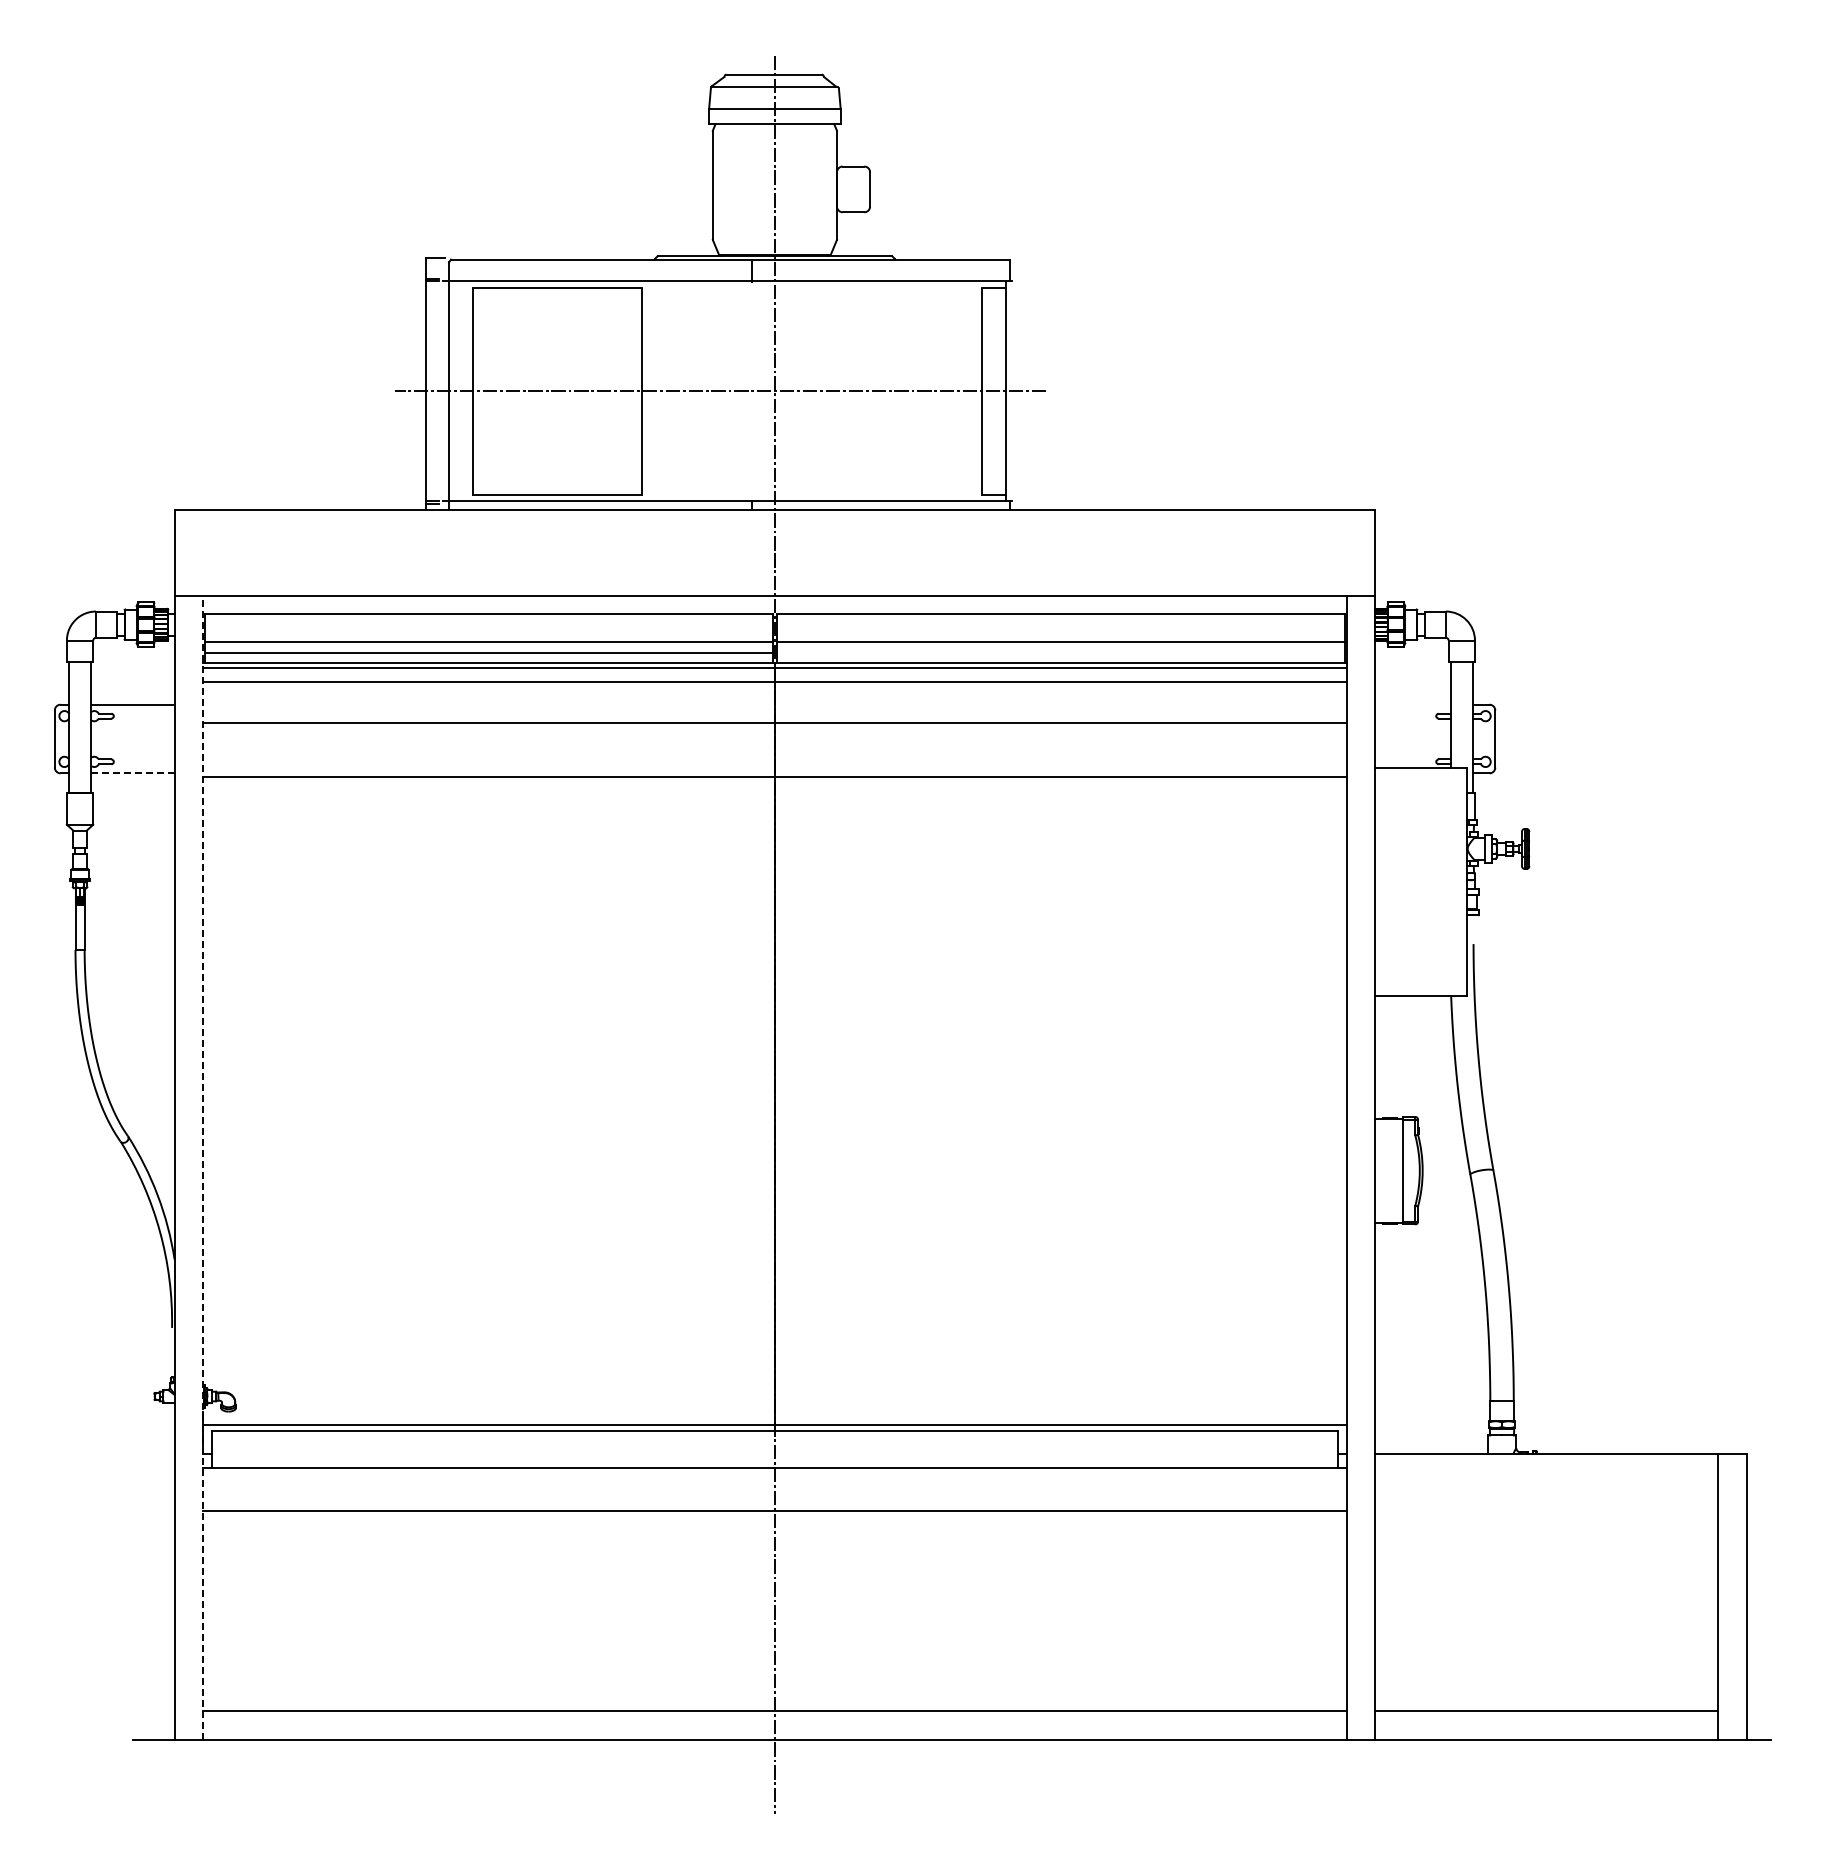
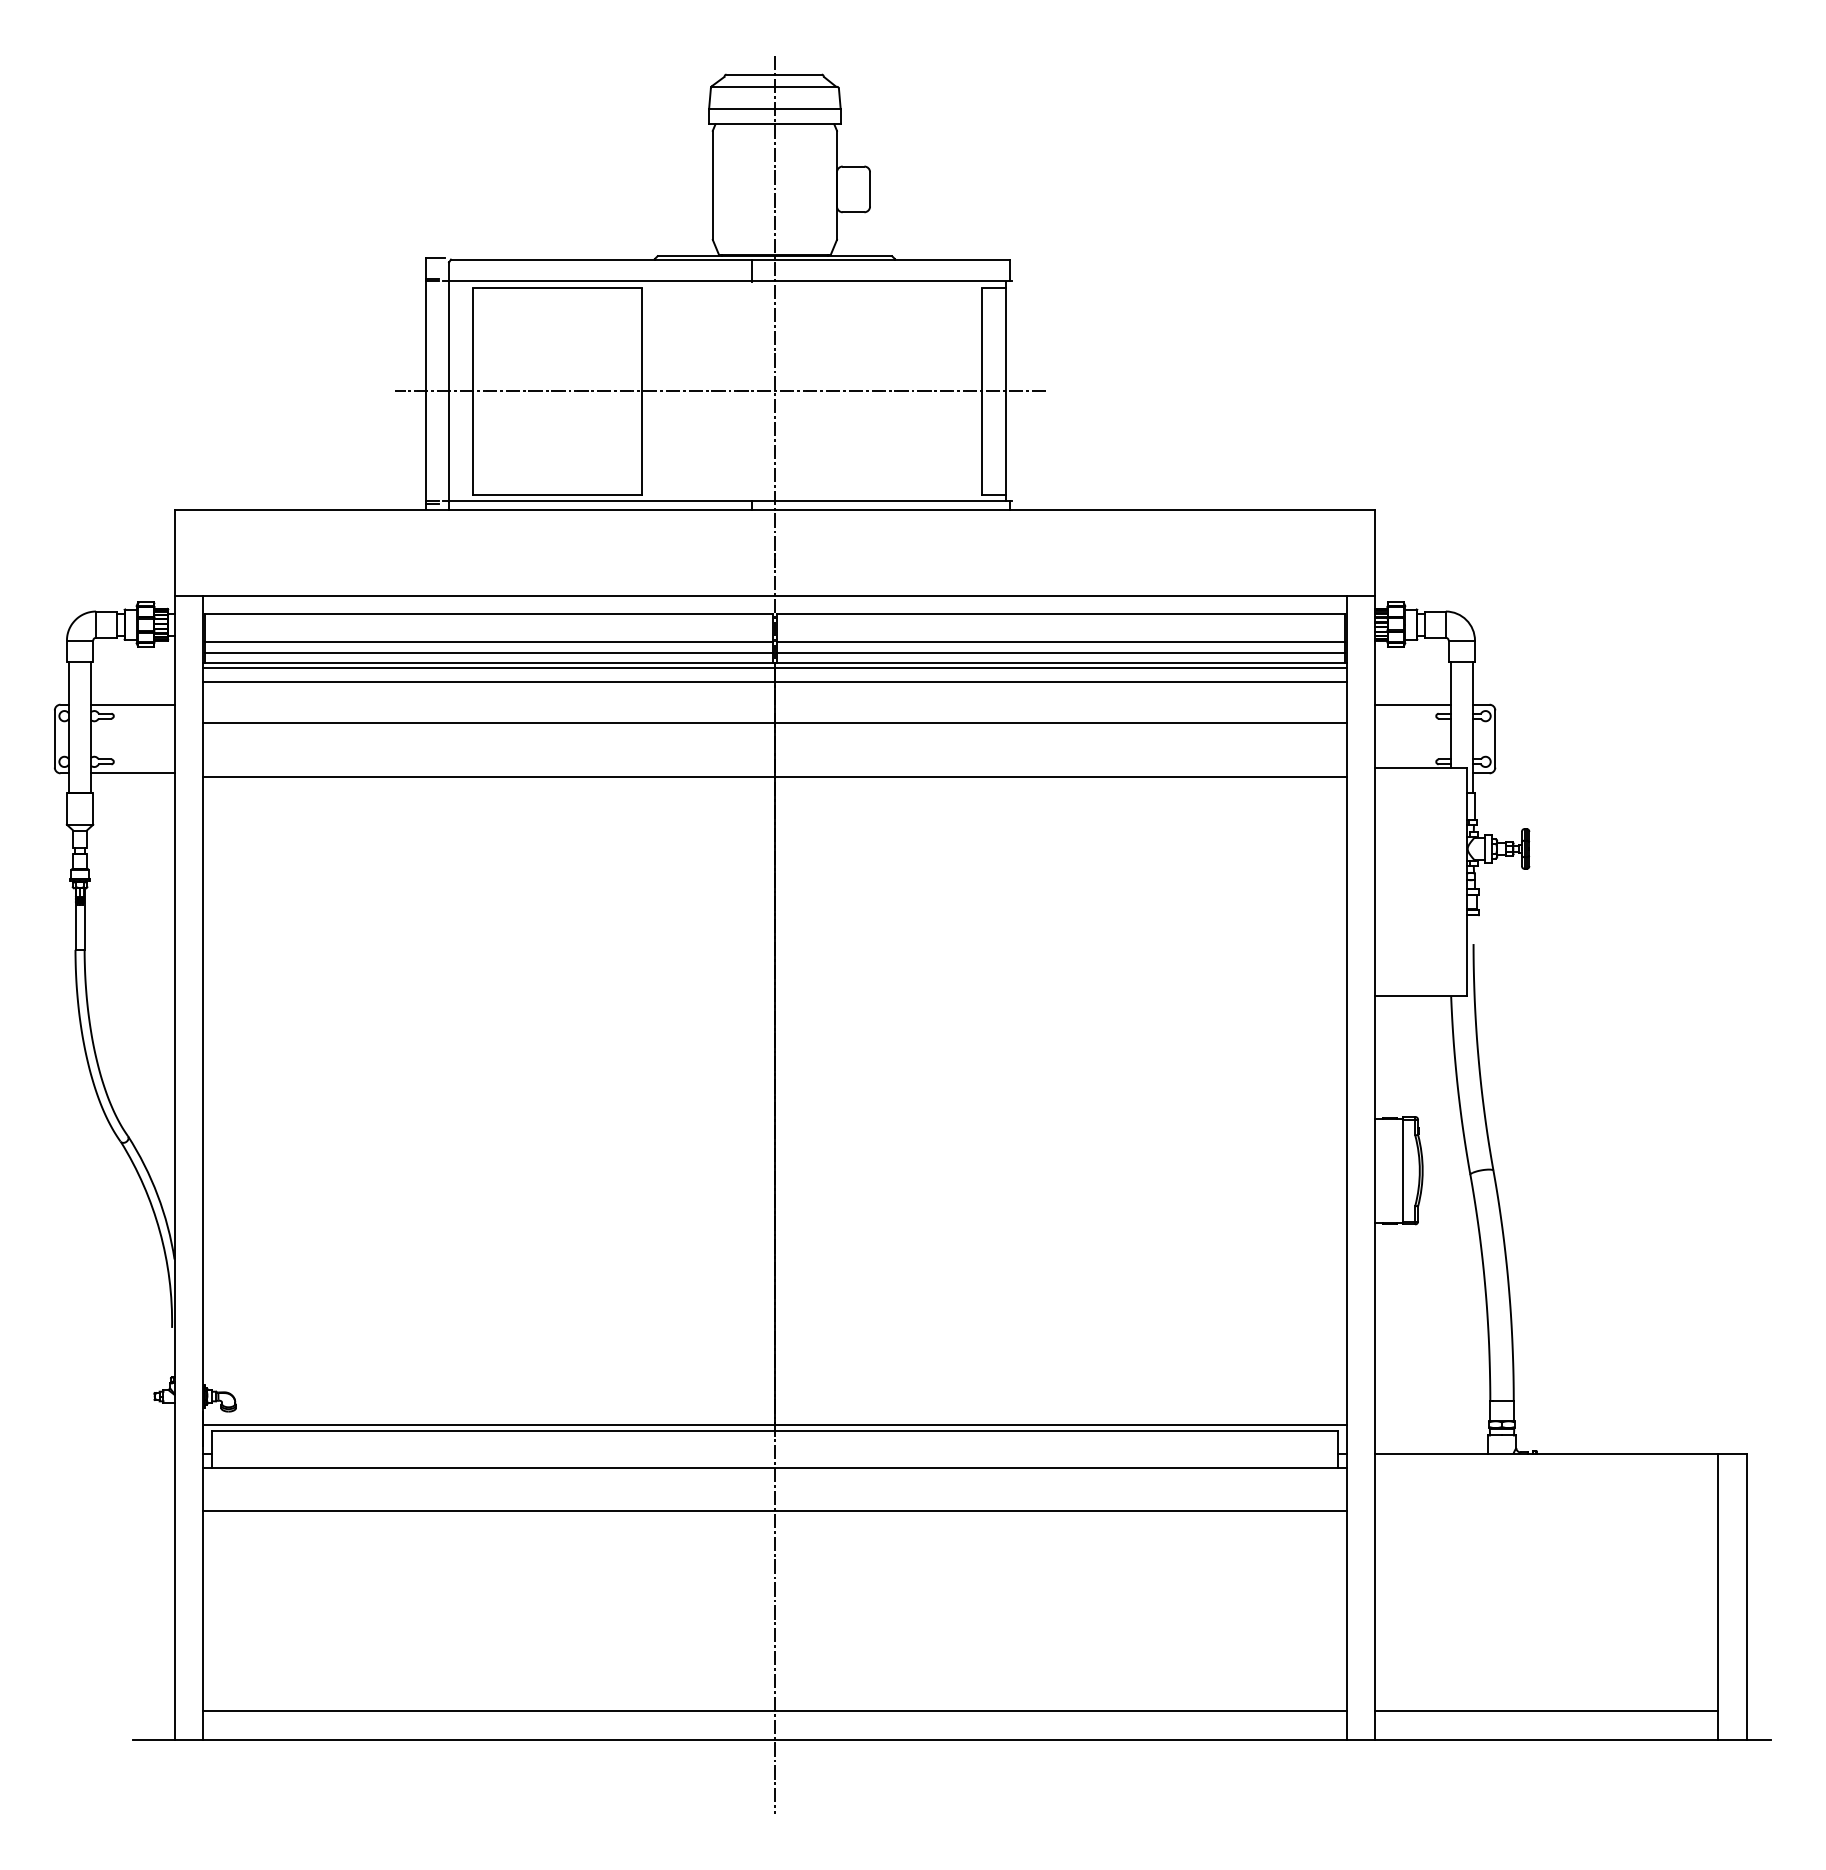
line at (1060, 653): none -> present
line at (1412, 704): none -> present
line at (132, 773): dashed -> solid
line at (203, 1167): dashed -> solid
